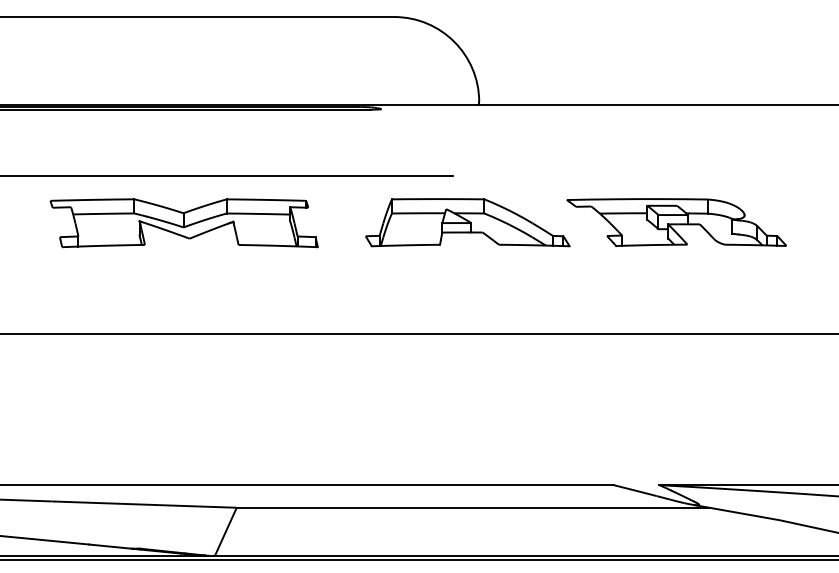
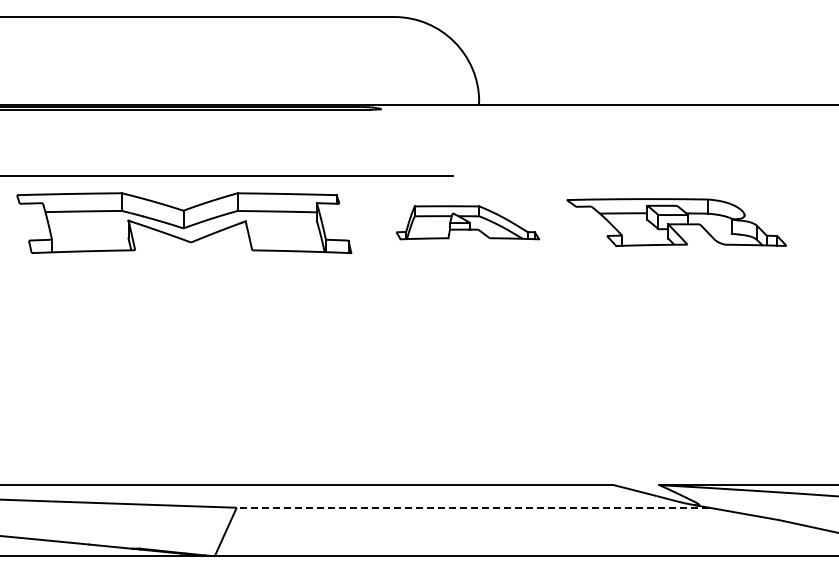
part at (467, 222) size: 206x50 px -> 145x36 px
part at (183, 223) size: 270x51 px -> 337x62 px
line at (418, 334): present -> none
line at (472, 507): solid -> dashed
line at (418, 560): present -> none
